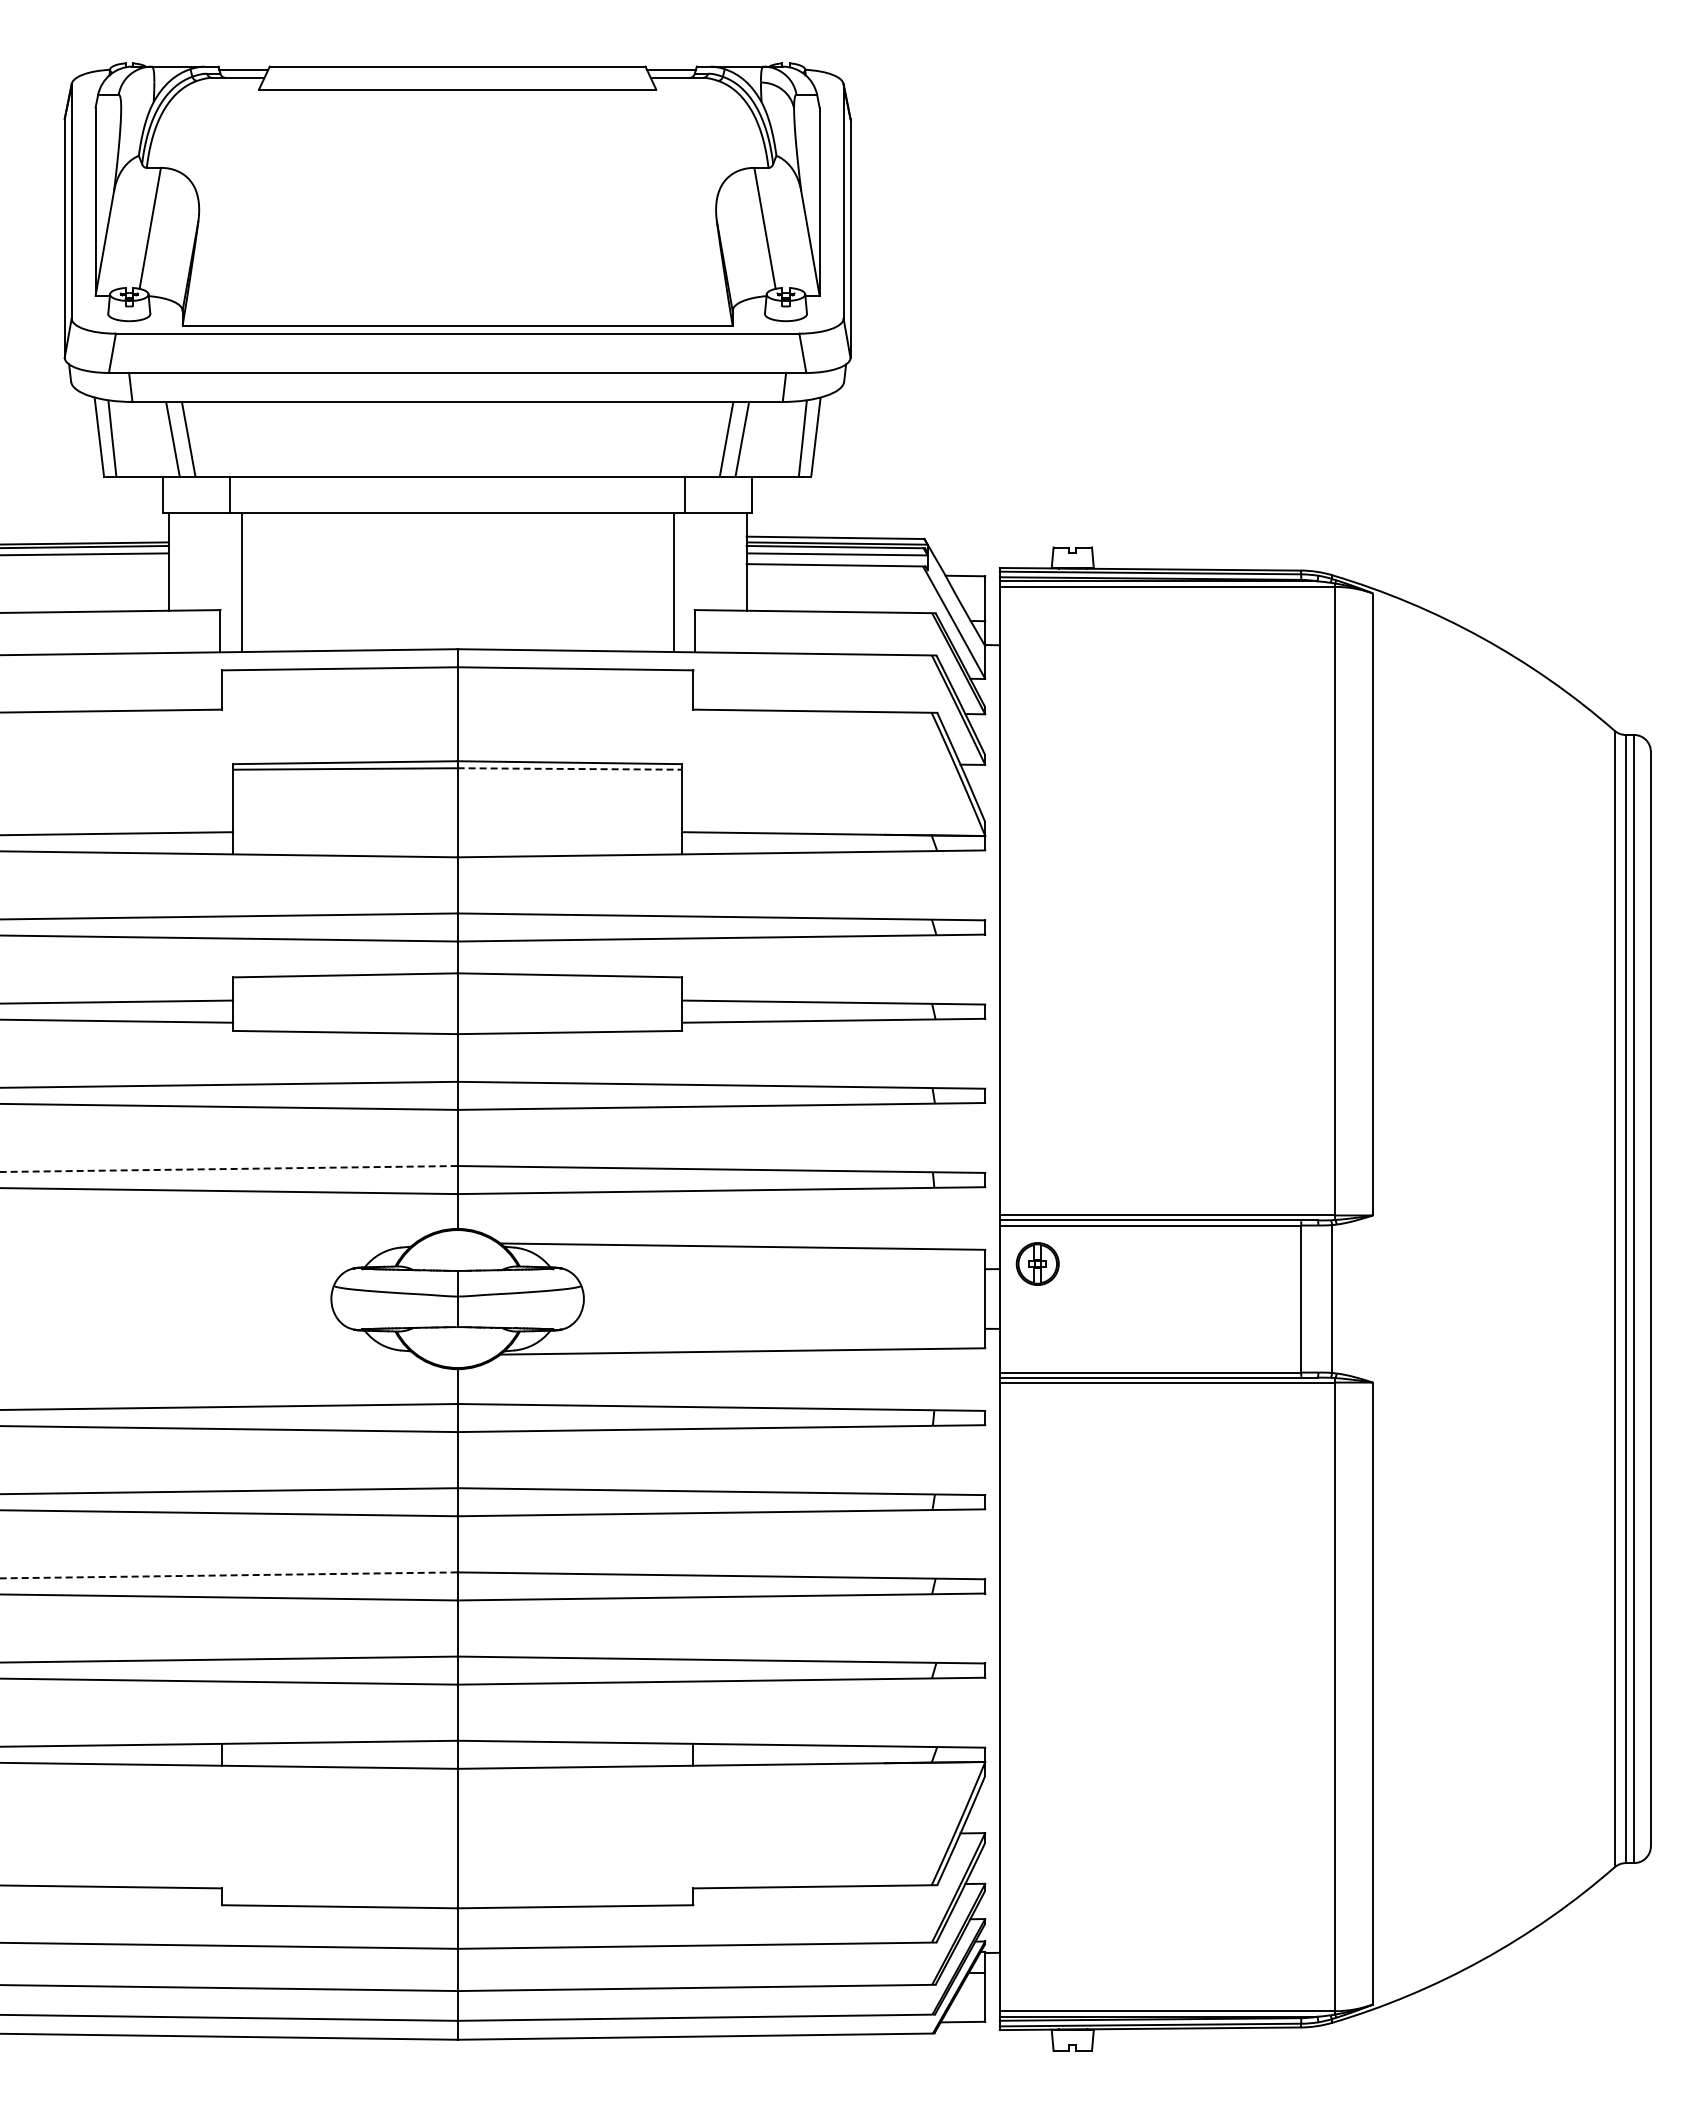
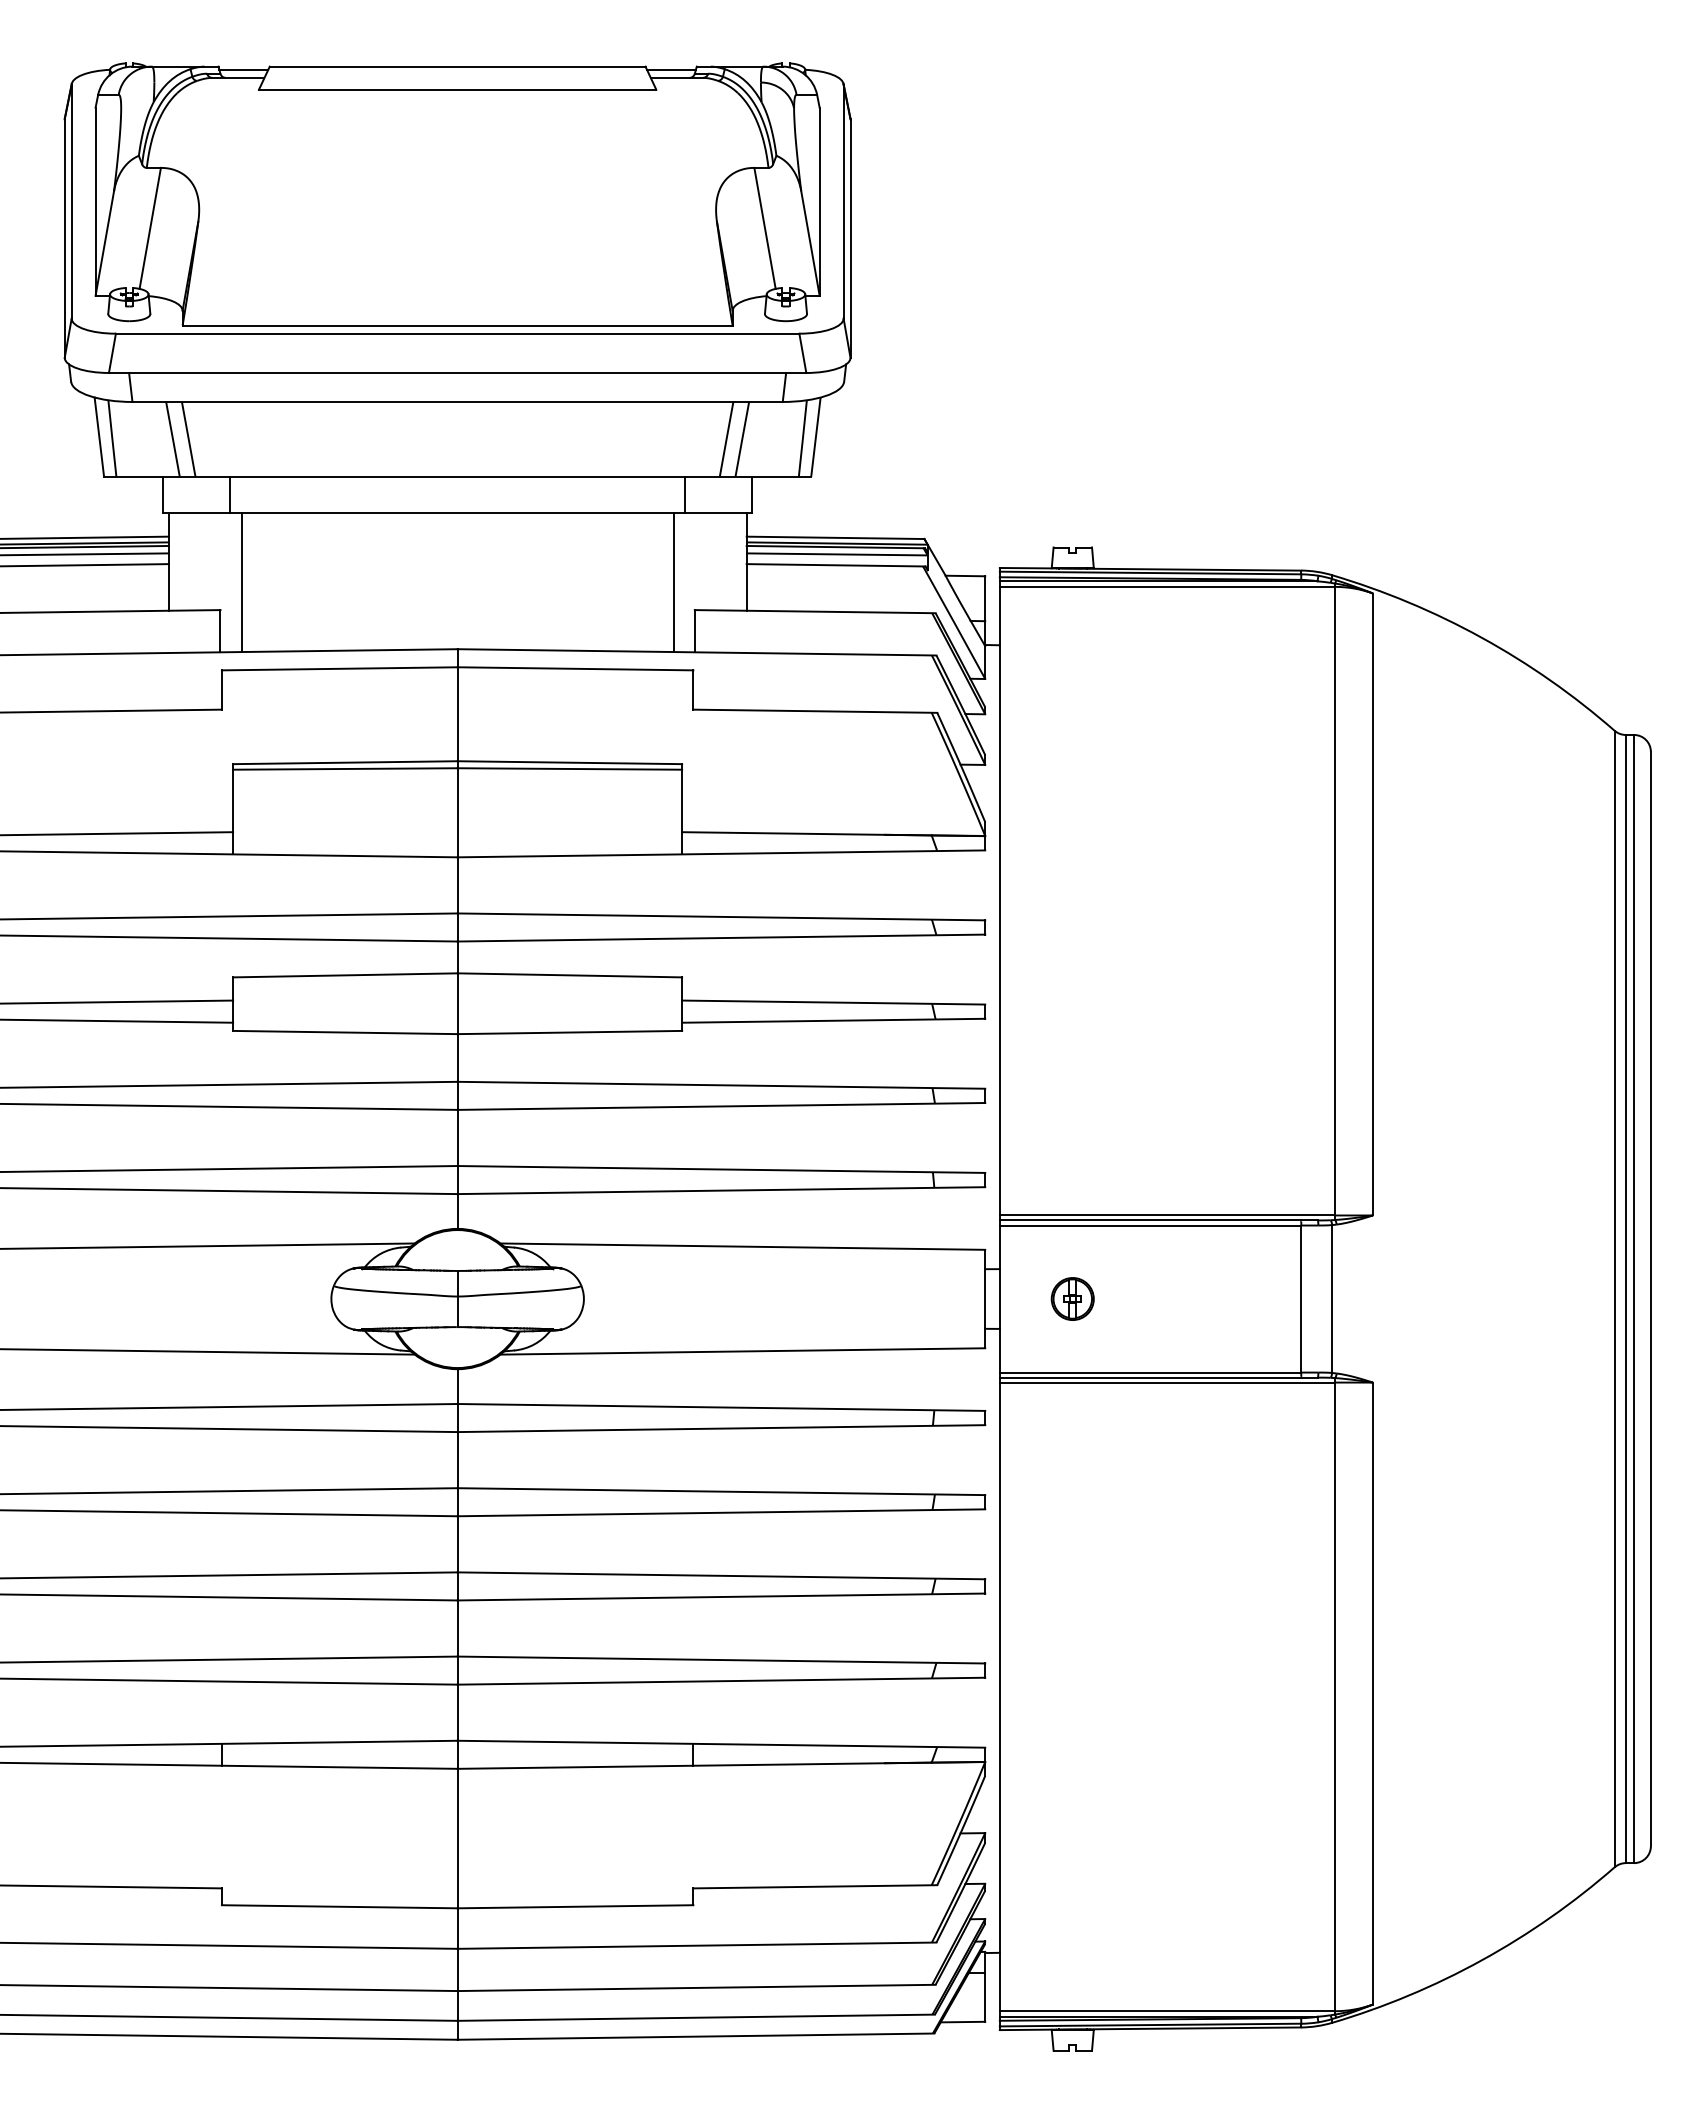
line at (85, 537): none -> present
line at (85, 565): none -> present
line at (570, 768): dashed -> solid
line at (228, 1169): dashed -> solid
line at (208, 1245): none -> present
part at (1037, 1263) position: (1037, 1263) -> (1072, 1298)
line at (208, 1351): none -> present
line at (228, 1575): dashed -> solid
